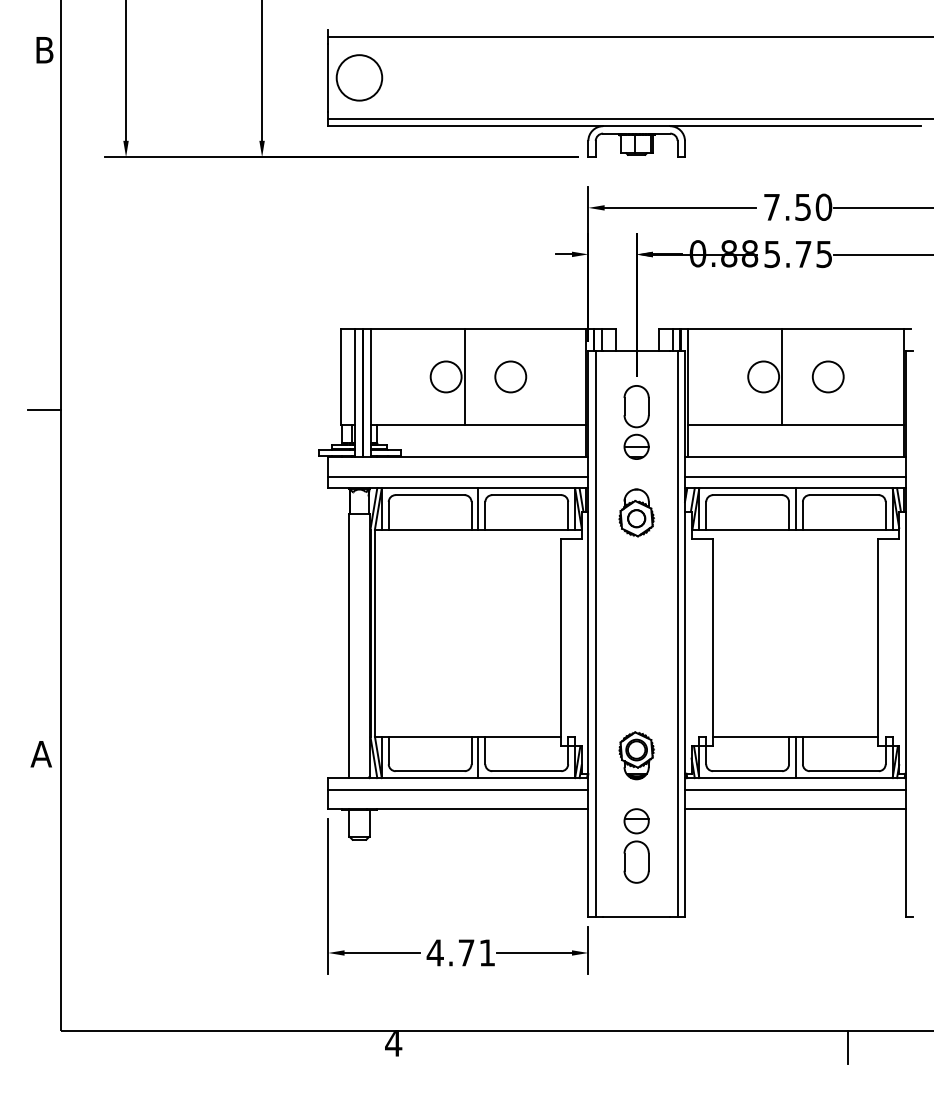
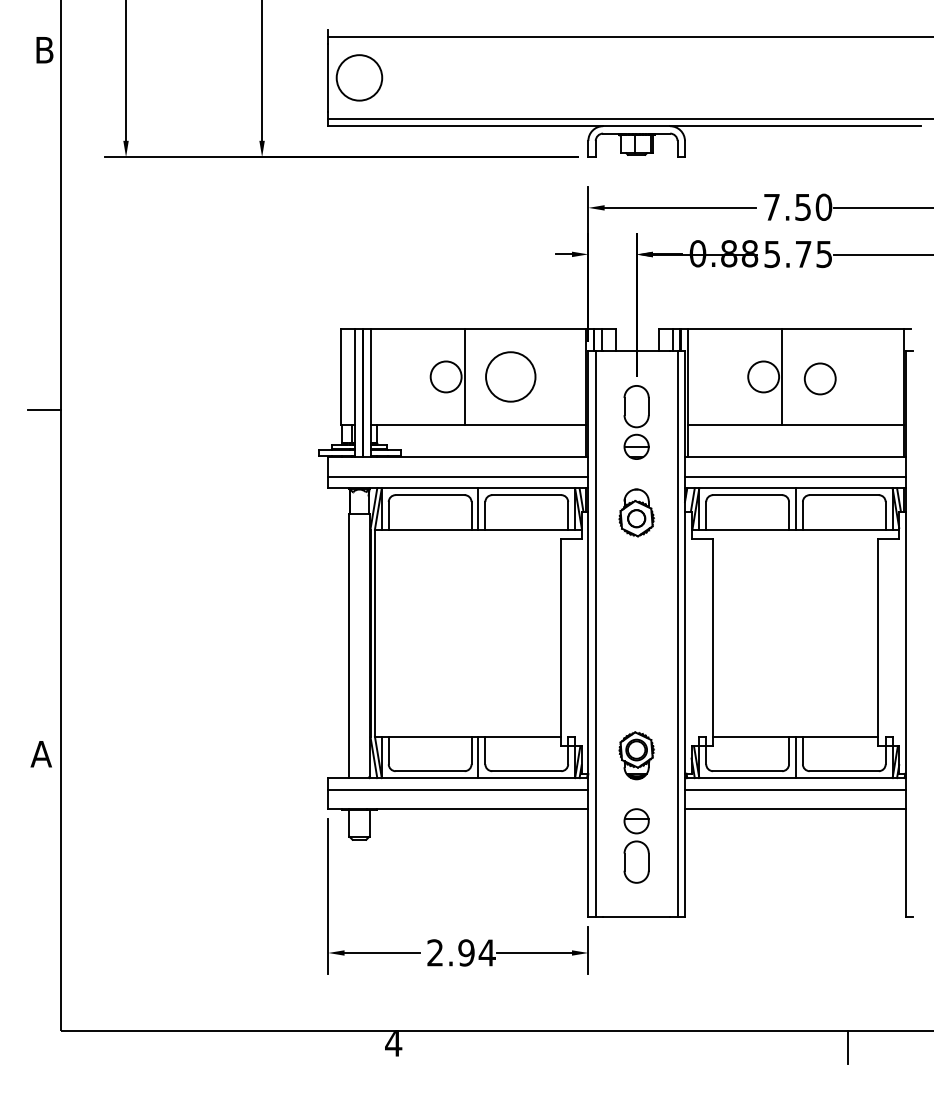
circle at (510, 376) diameter: 31 px -> 49 px
circle at (827, 376) position: (827, 376) -> (819, 378)
text at (460, 952): 4.71 -> 2.94
